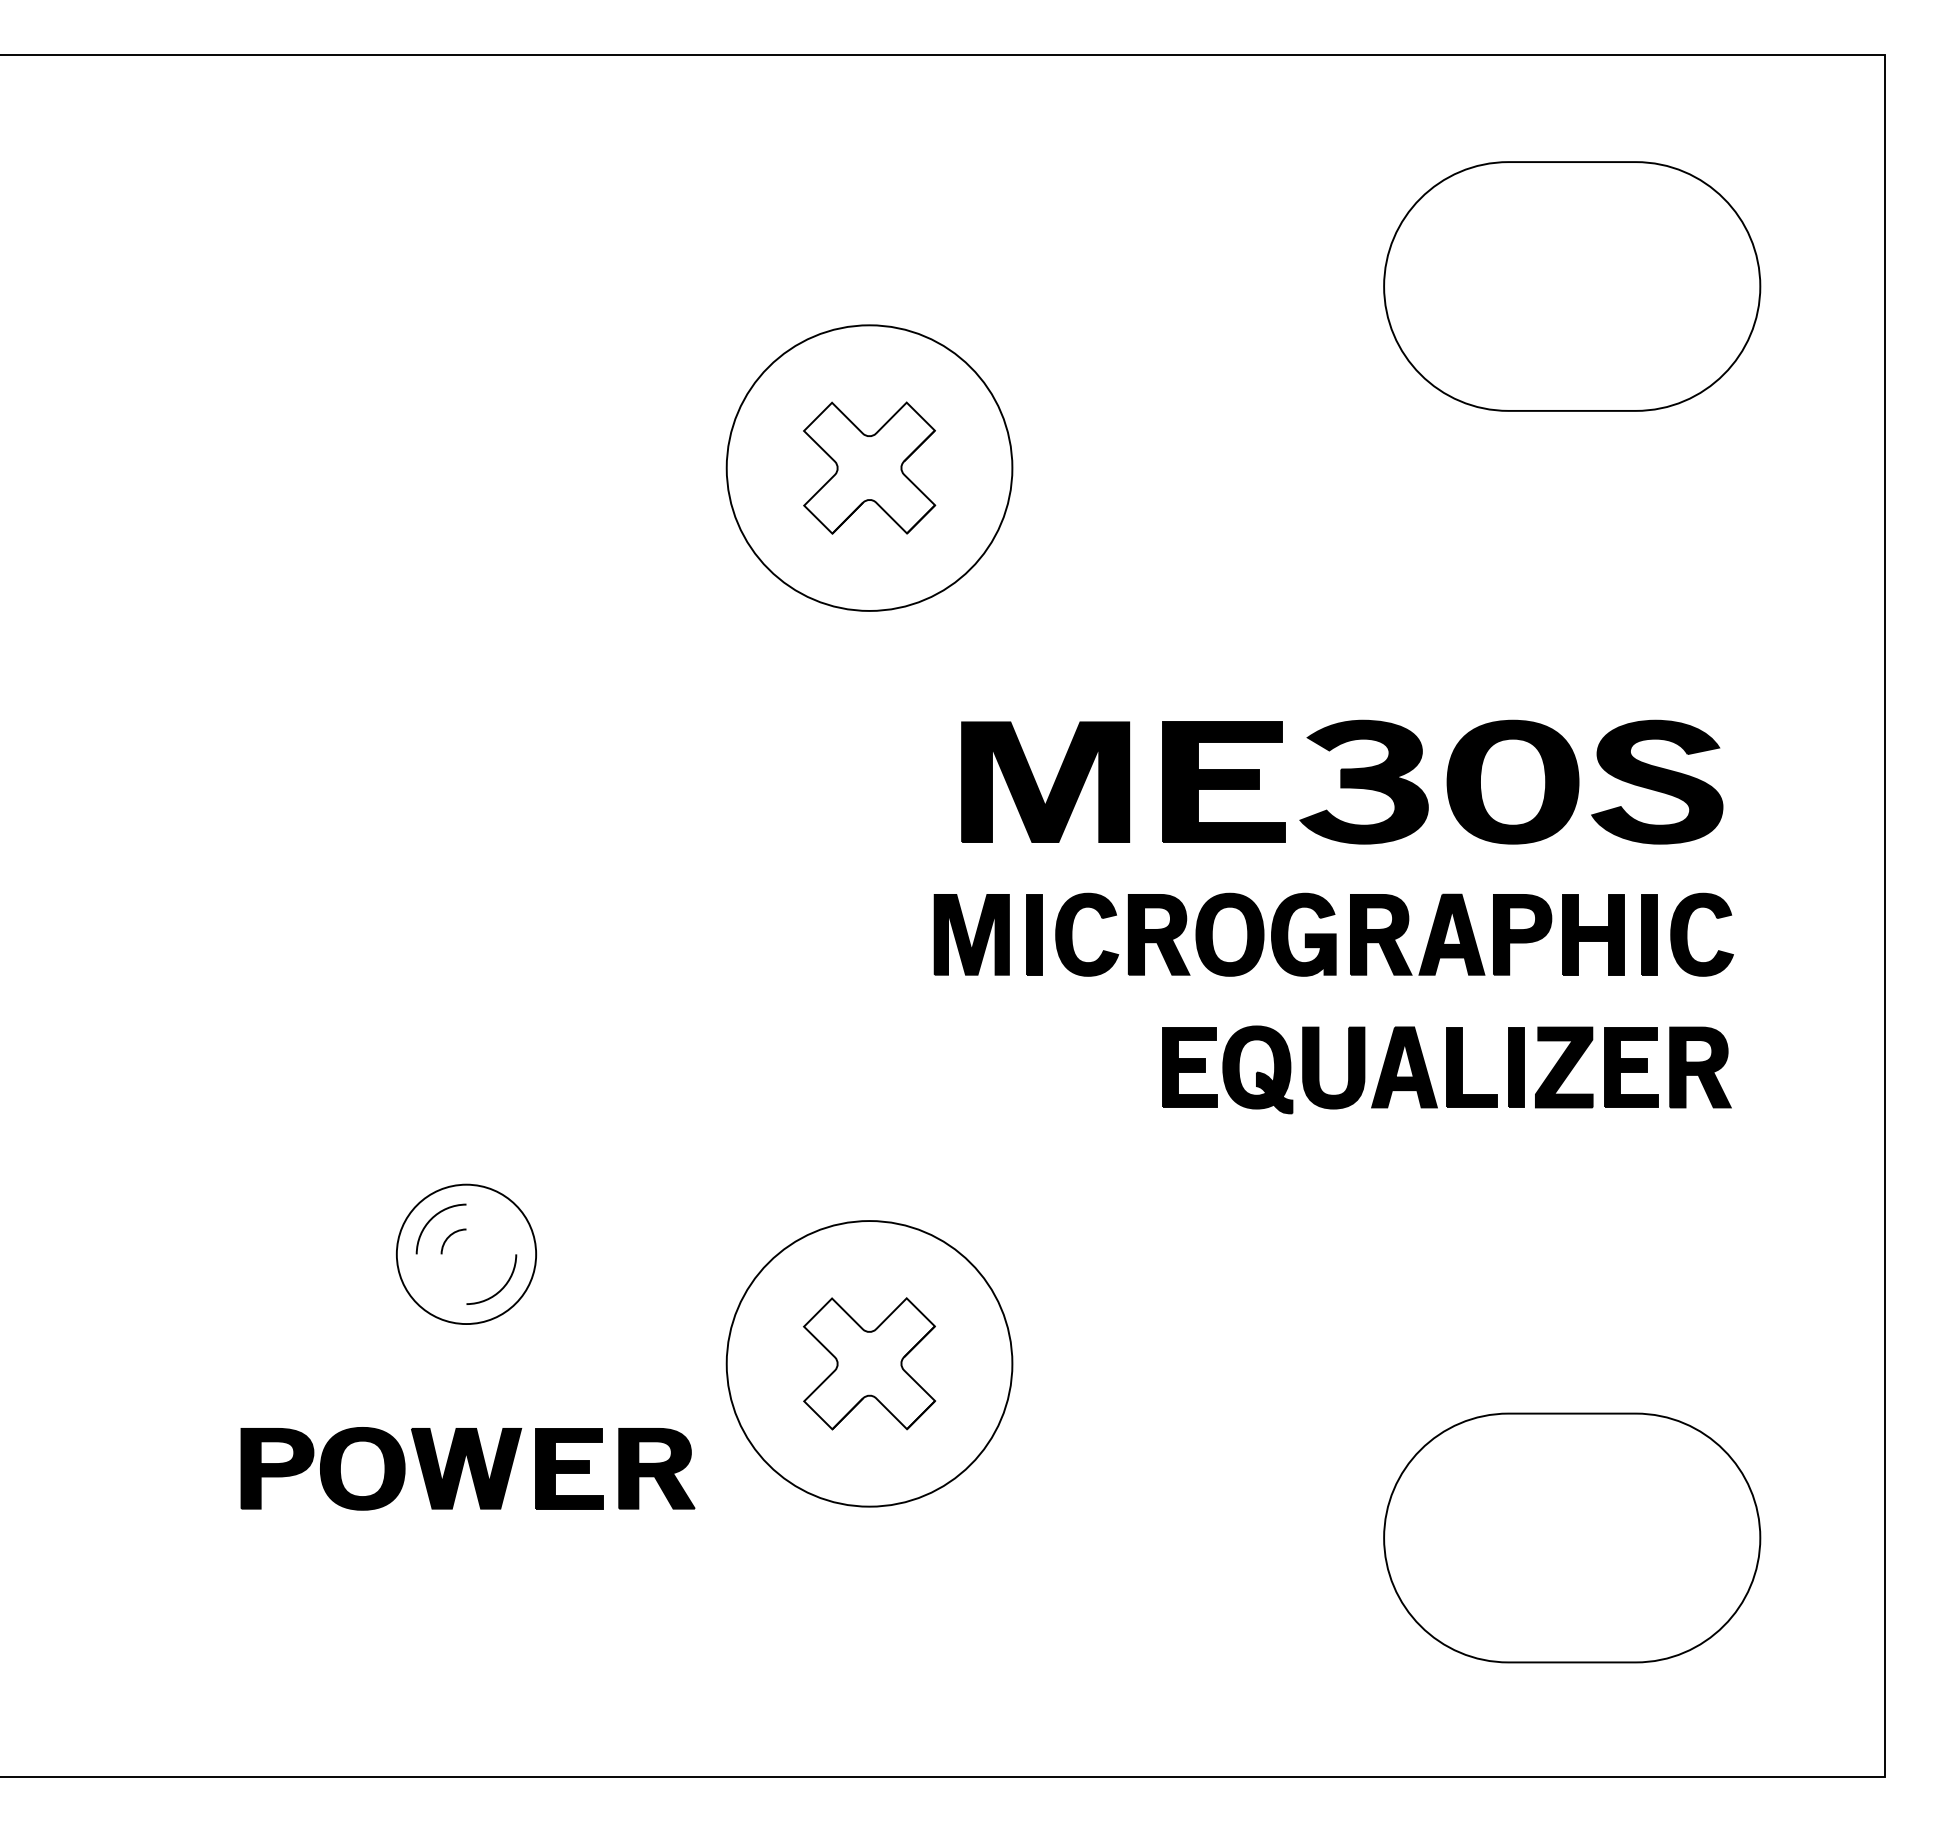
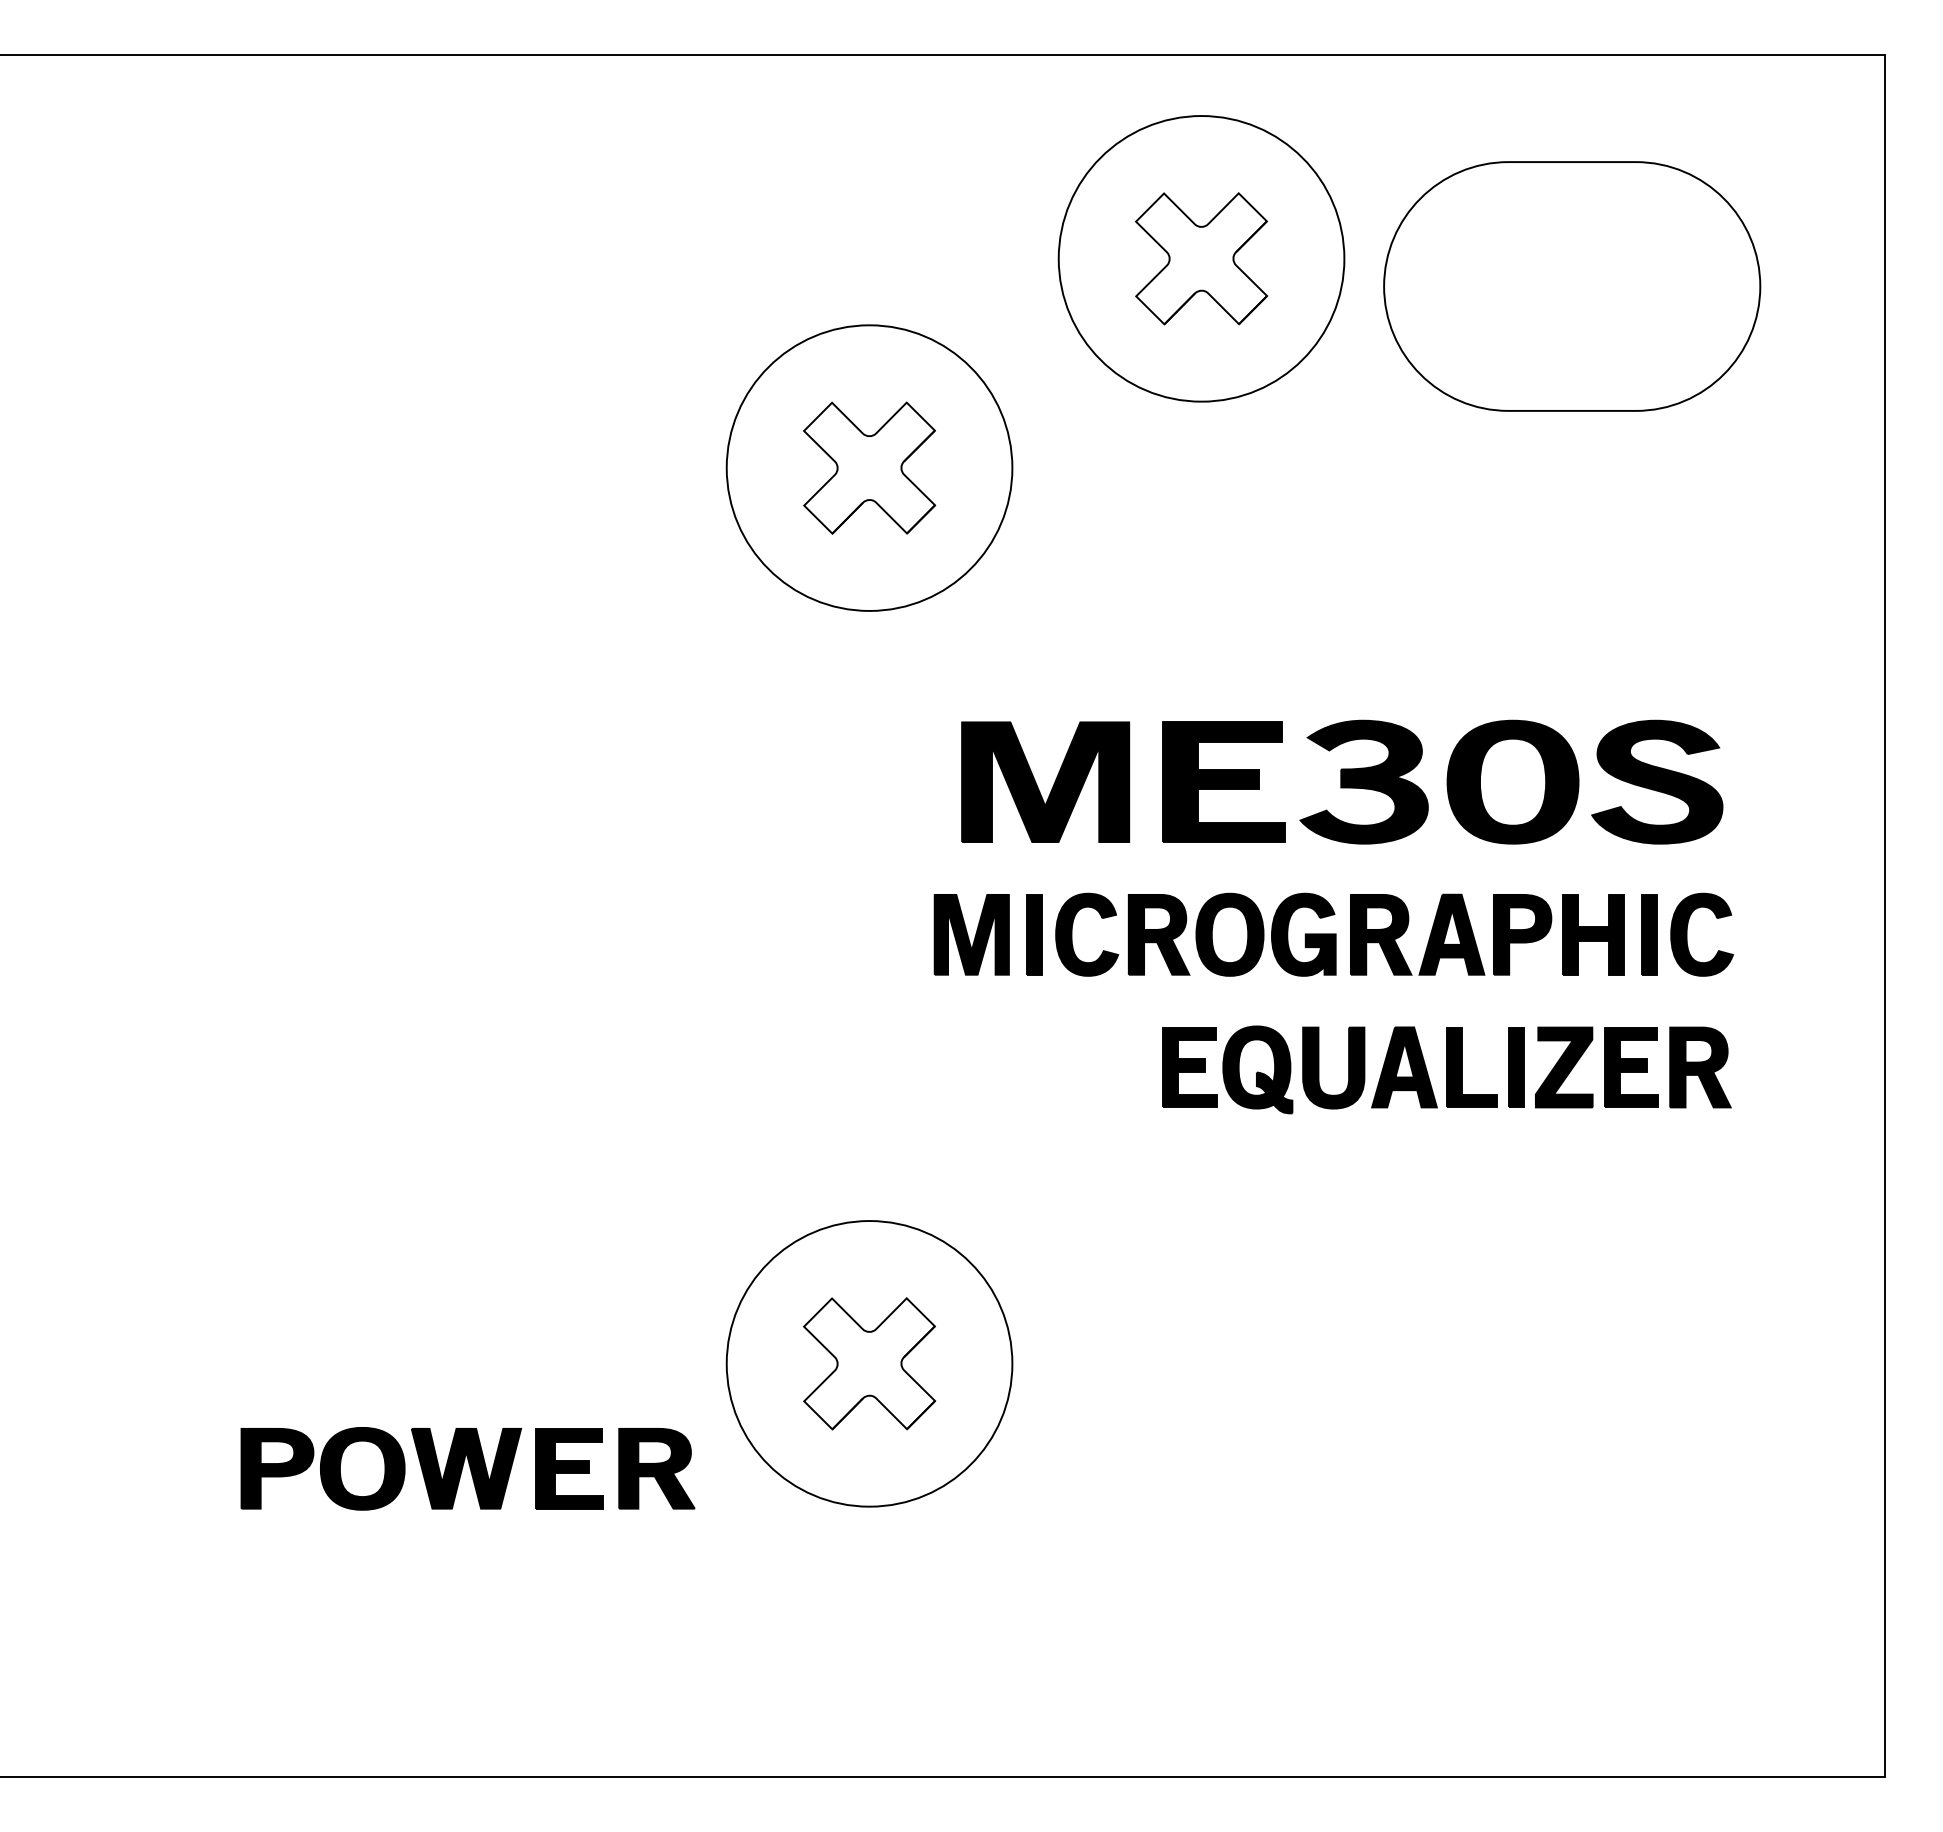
part at (1201, 258): none -> present
part at (466, 1253): present -> none
part at (1572, 1537): present -> none
